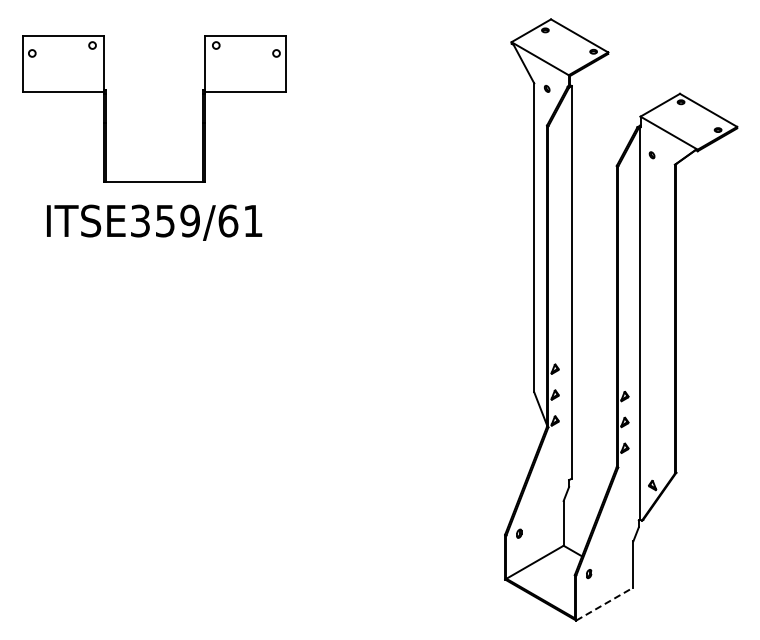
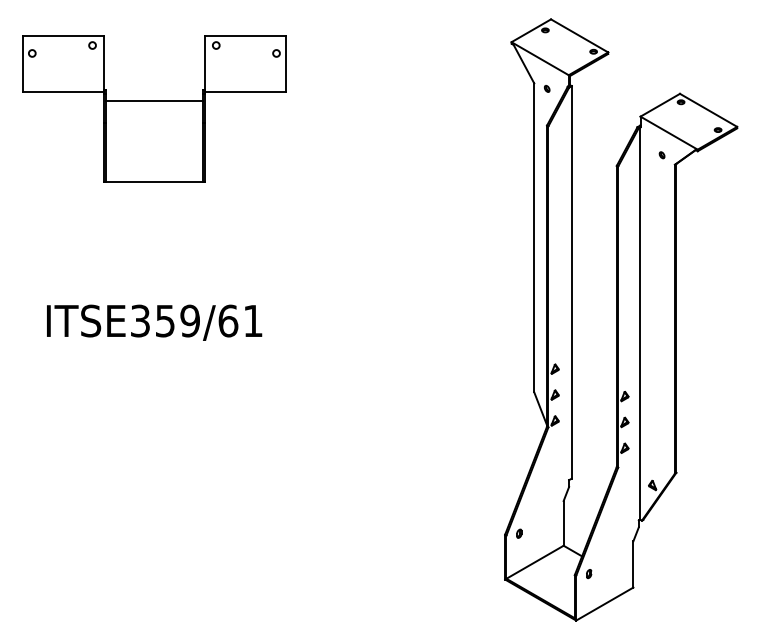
line at (154, 101): none -> present
part at (651, 155) position: (651, 155) -> (661, 155)
text at (154, 222) position: (154, 222) -> (154, 322)
line at (605, 603): dashed -> solid
